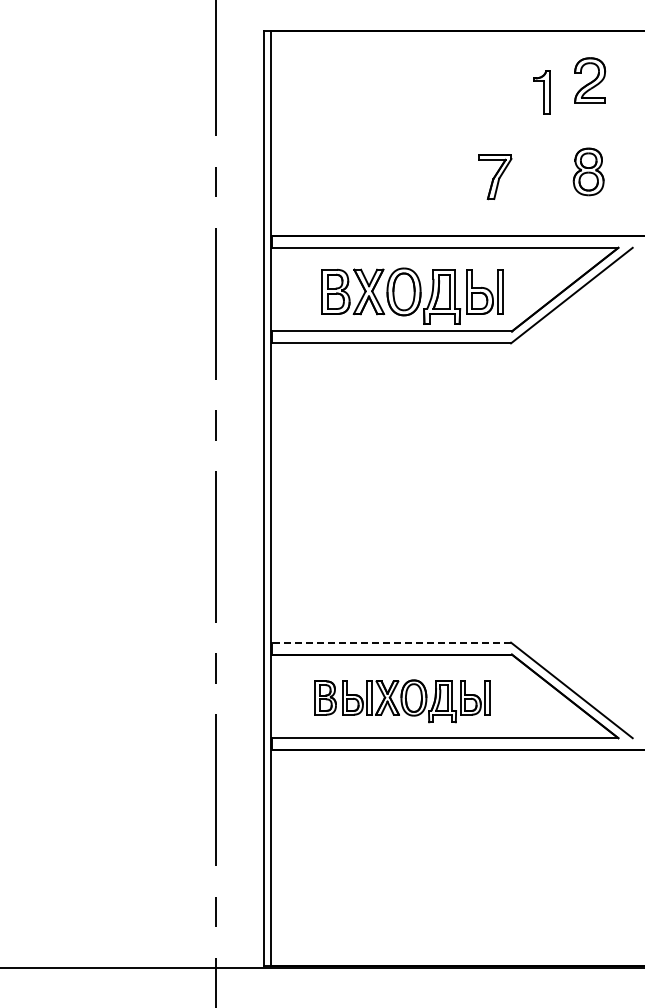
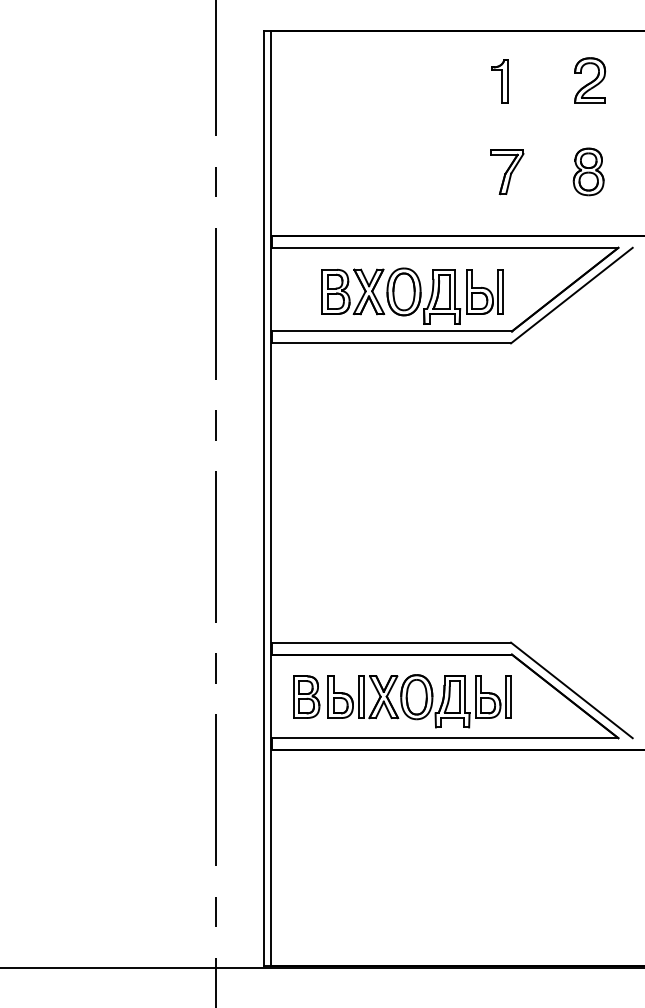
part at (541, 92) position: (541, 92) -> (499, 81)
part at (495, 177) position: (495, 177) -> (507, 172)
line at (391, 642): dashed -> solid
part at (402, 701) size: 177x45 px -> 219x55 px
